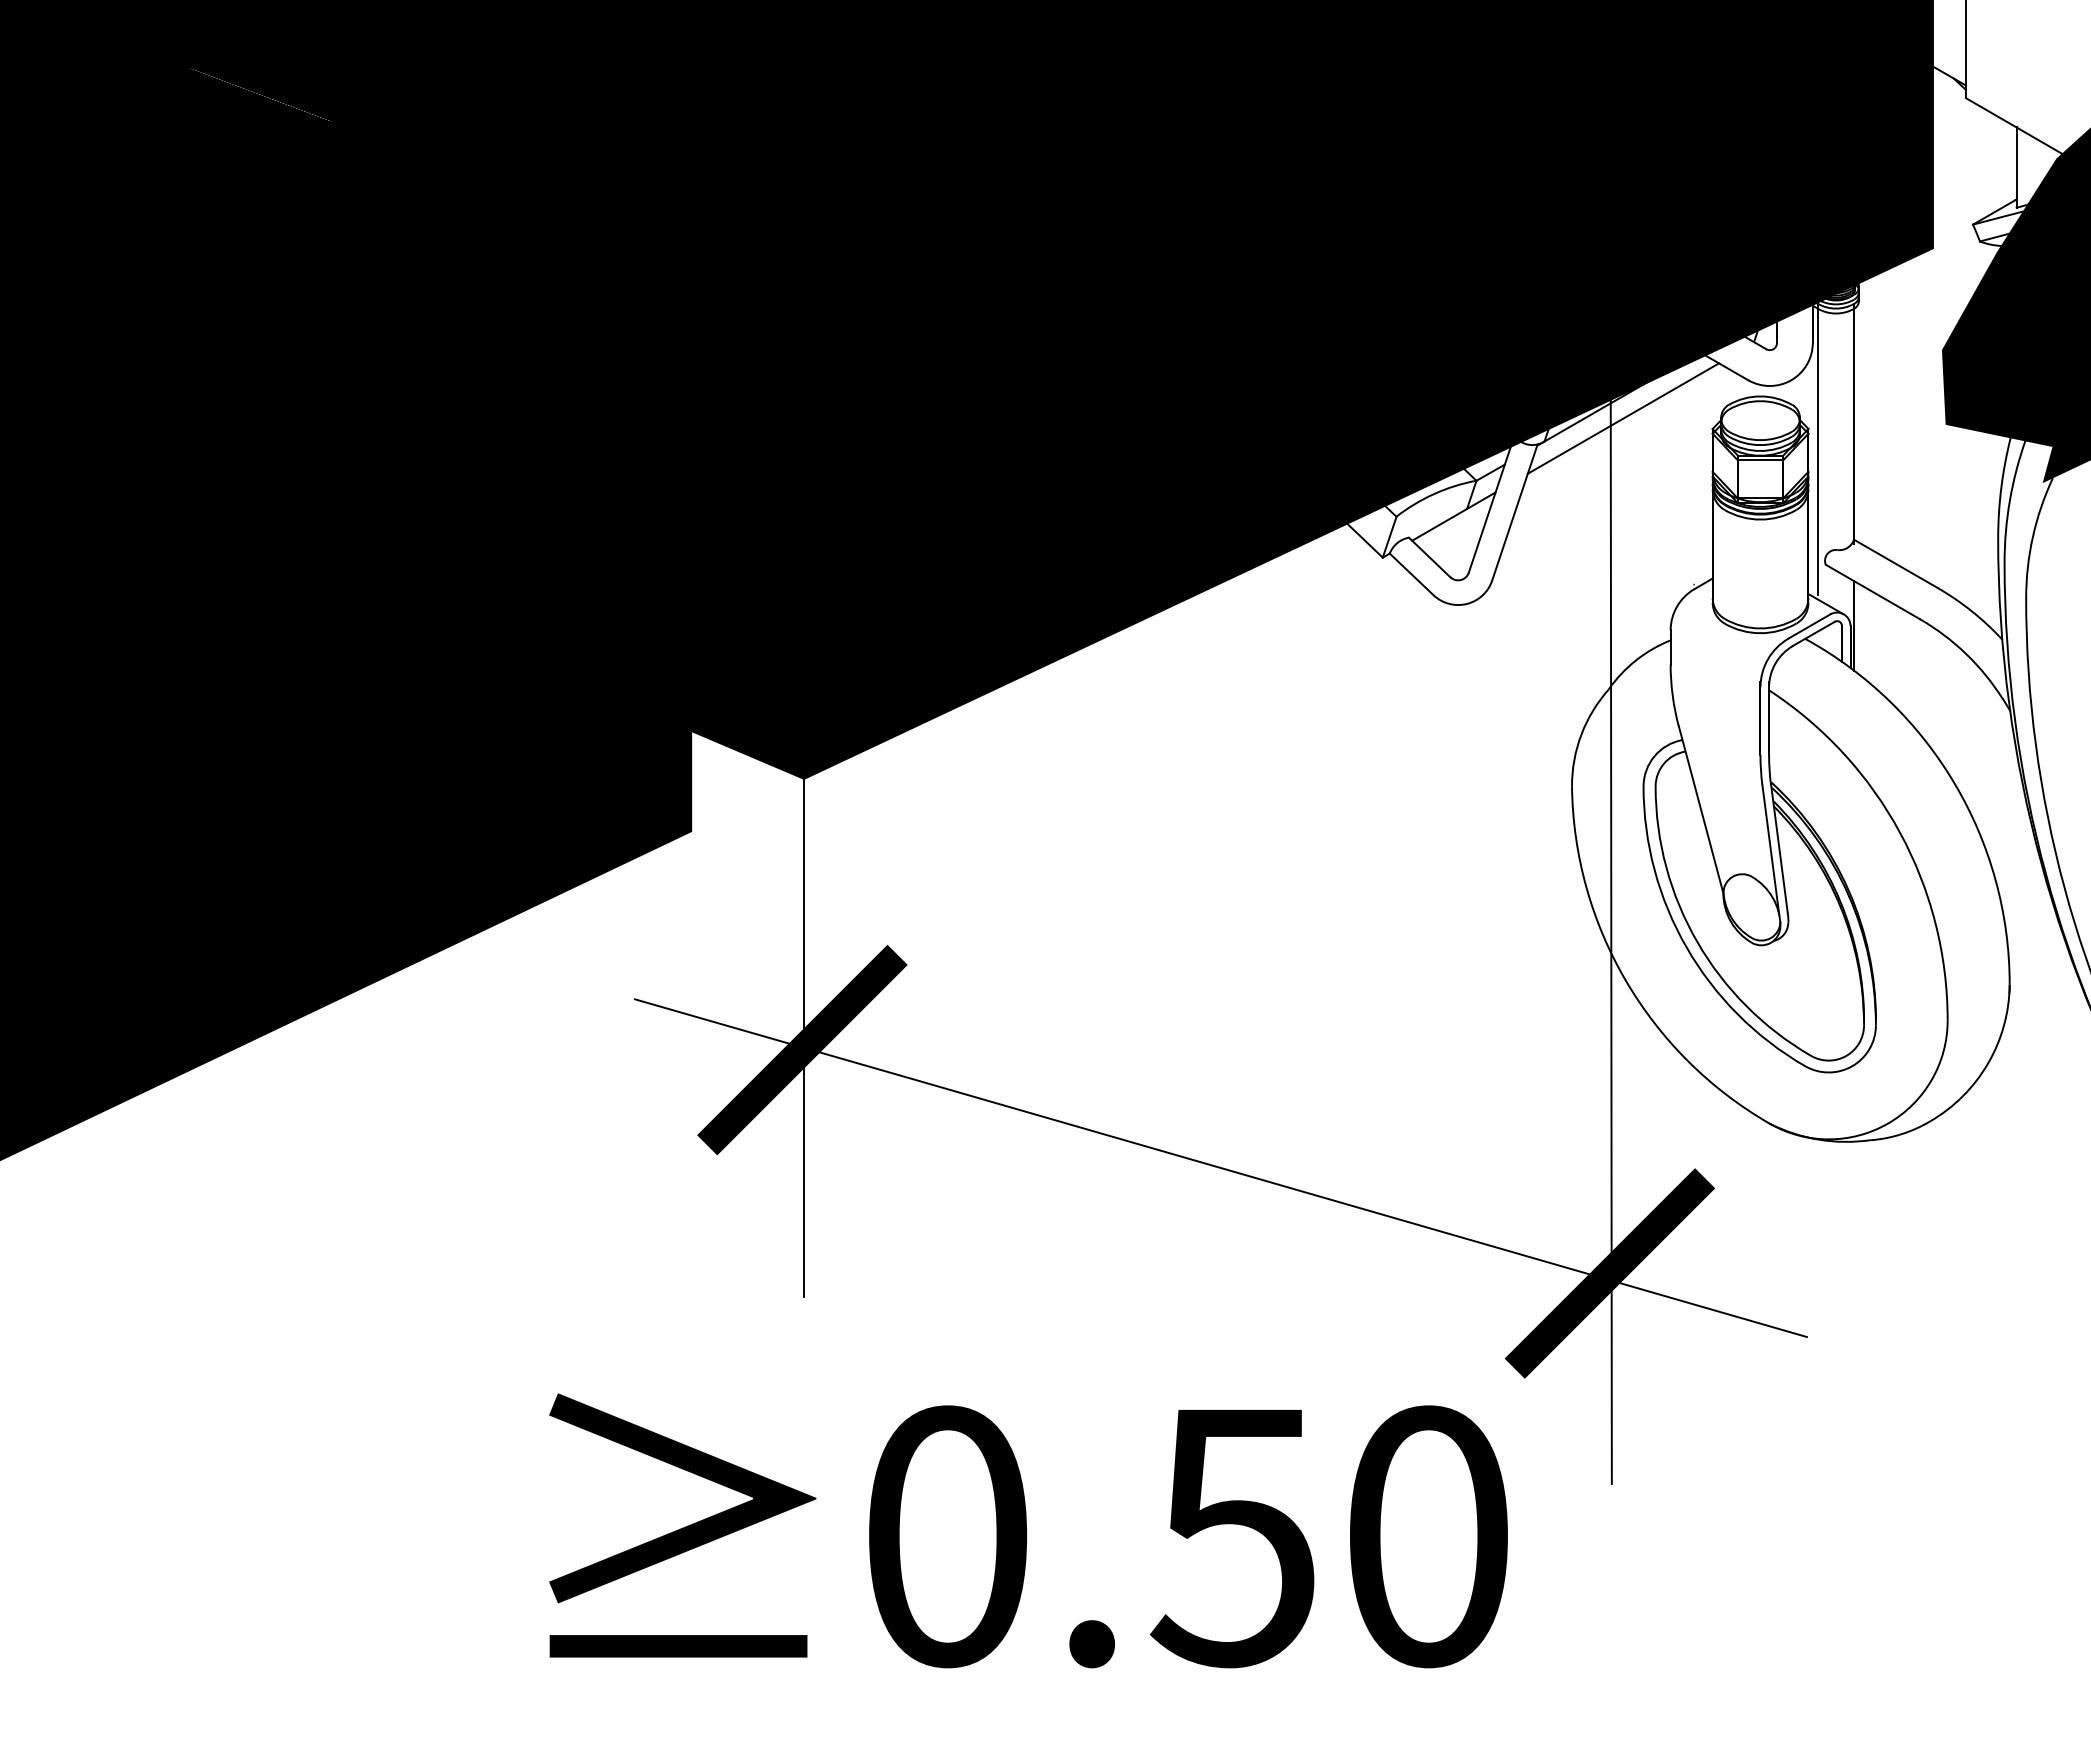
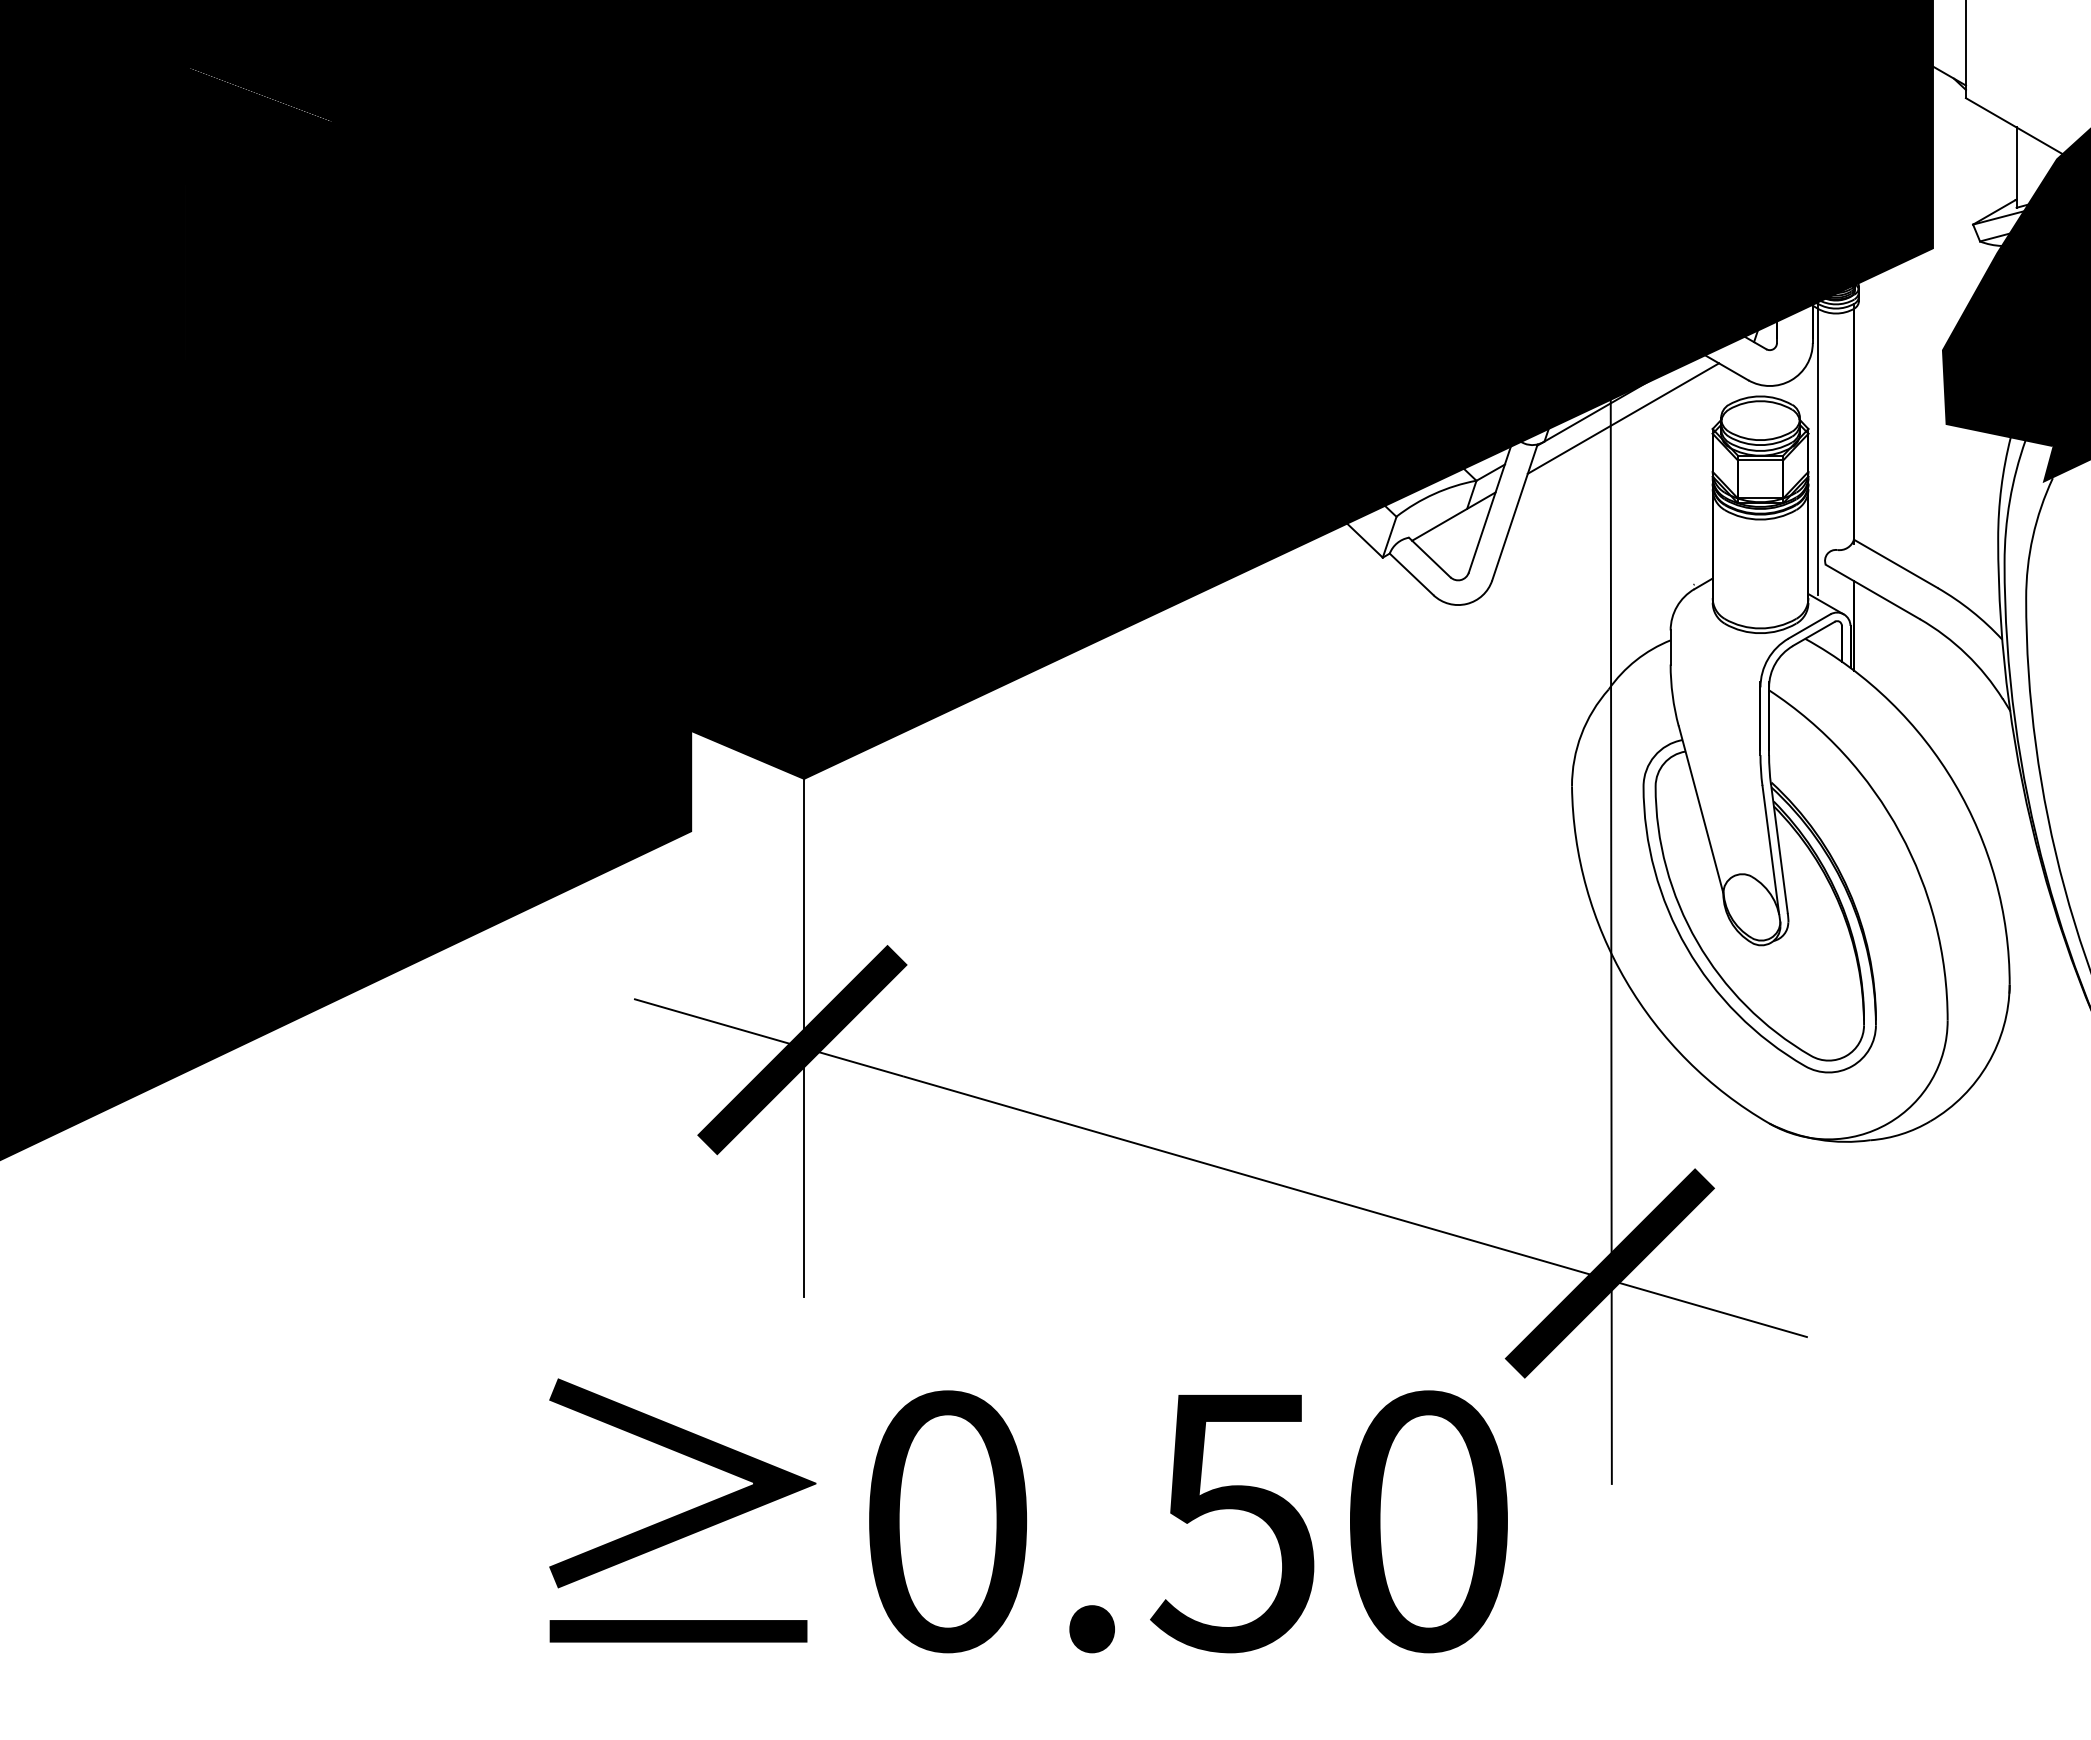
text at (1028, 1530) position: (1028, 1530) -> (1028, 1515)
